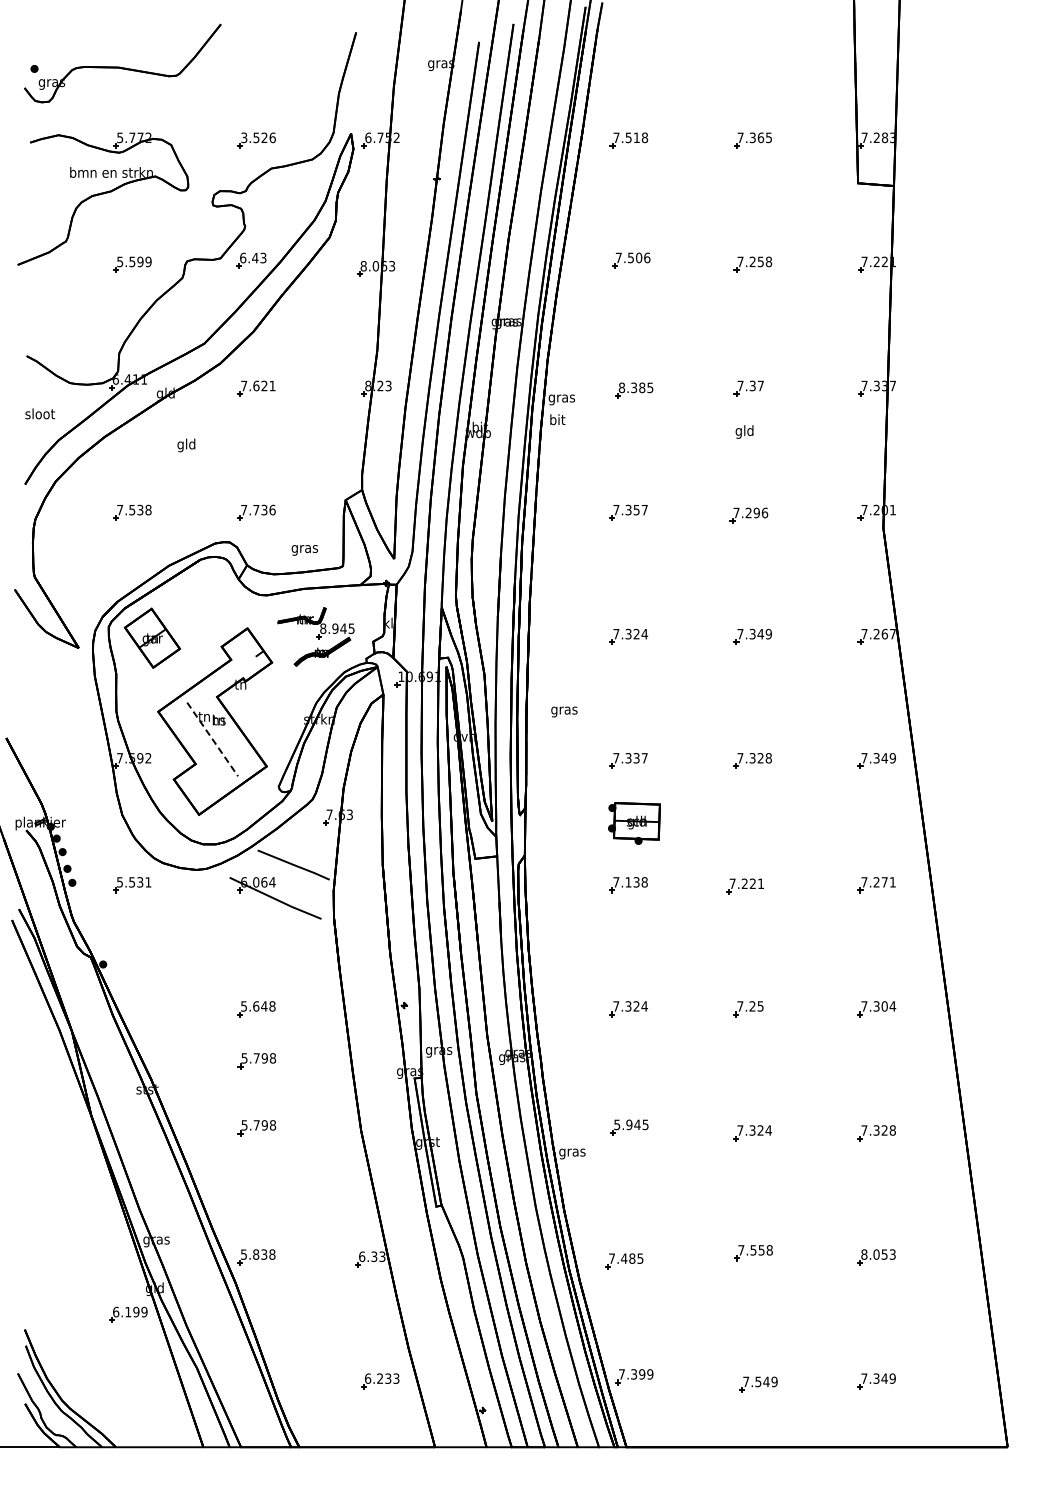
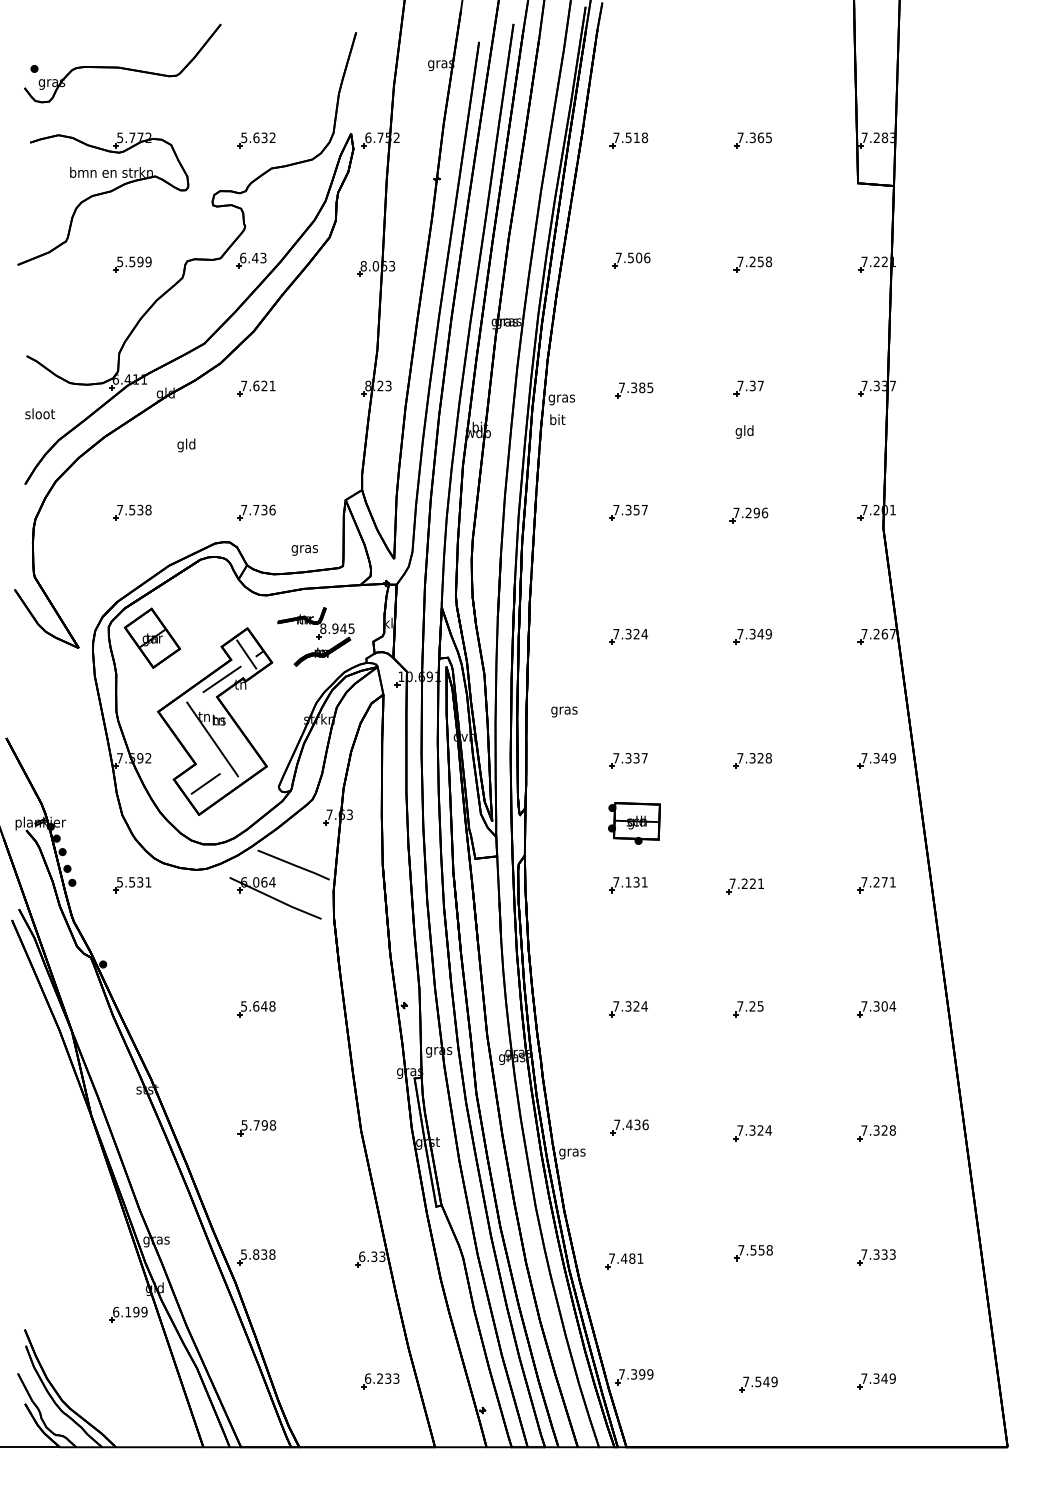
text at (258, 137): 3.526 -> 5.632
text at (621, 387): 8.385 -> 7.385
line at (246, 654): none -> present
line at (221, 679): none -> present
line at (212, 739): dashed -> solid
line at (205, 783): none -> present
text at (644, 882): 7.138 -> 7.131
part at (256, 1061): present -> none
text at (631, 1124): 5.945 -> 7.436
text at (874, 1254): 8.053 -> 7.333
text at (640, 1258): 7.485 -> 7.481
